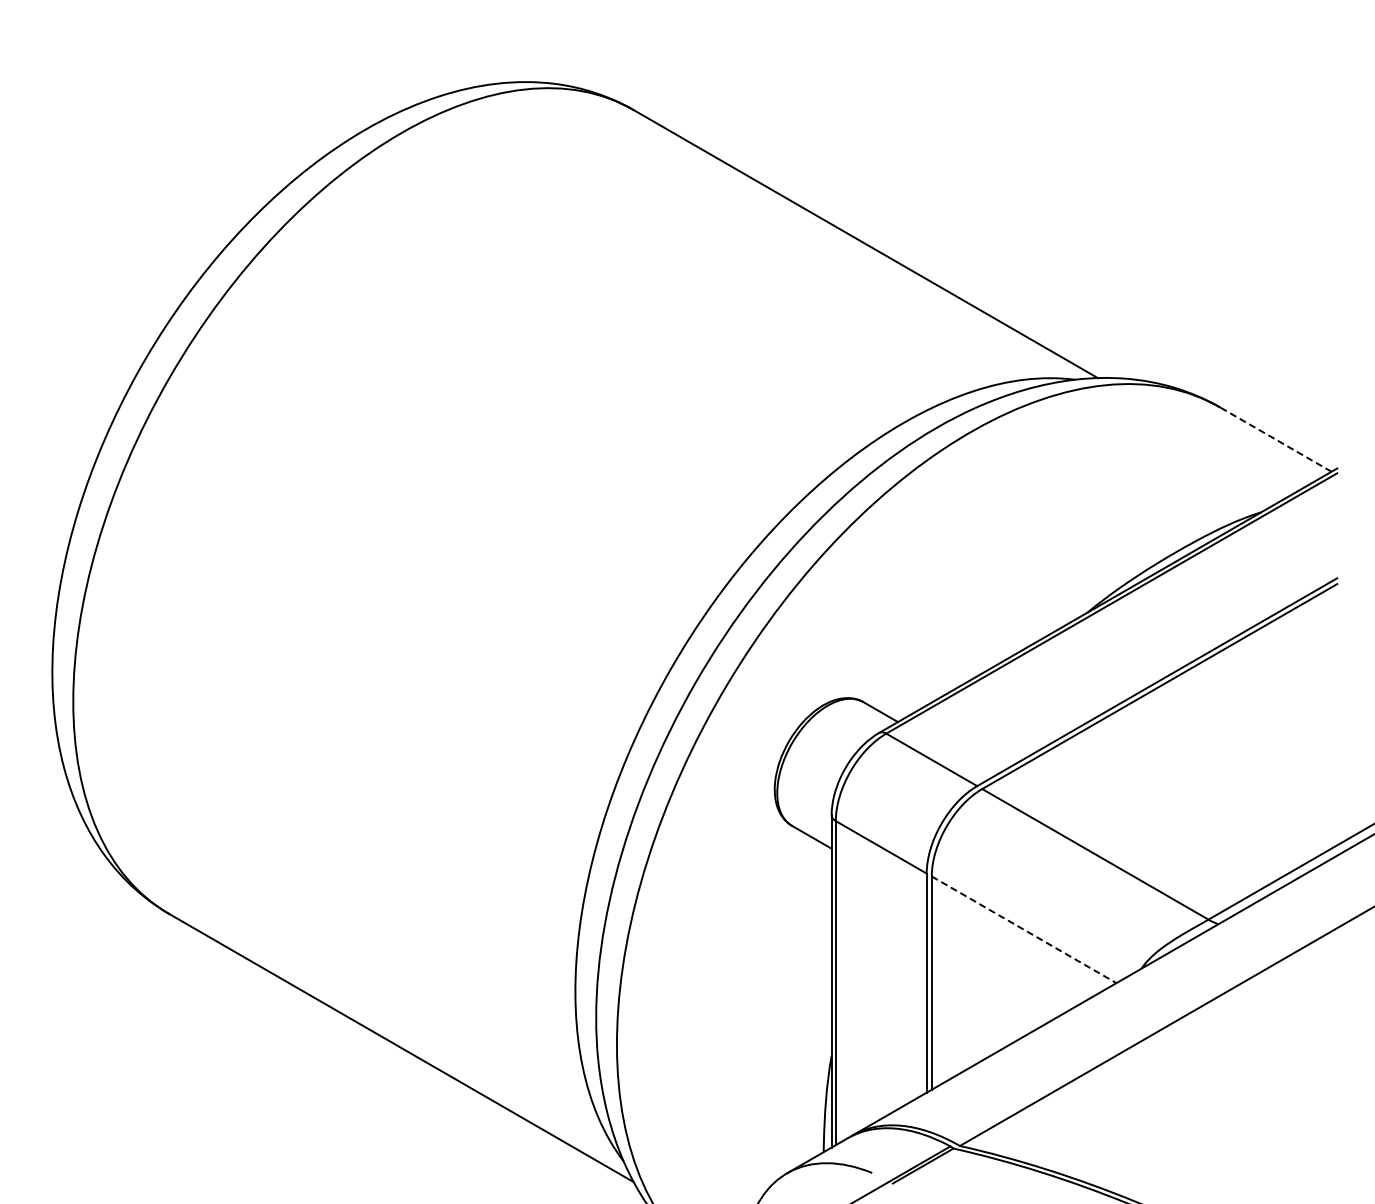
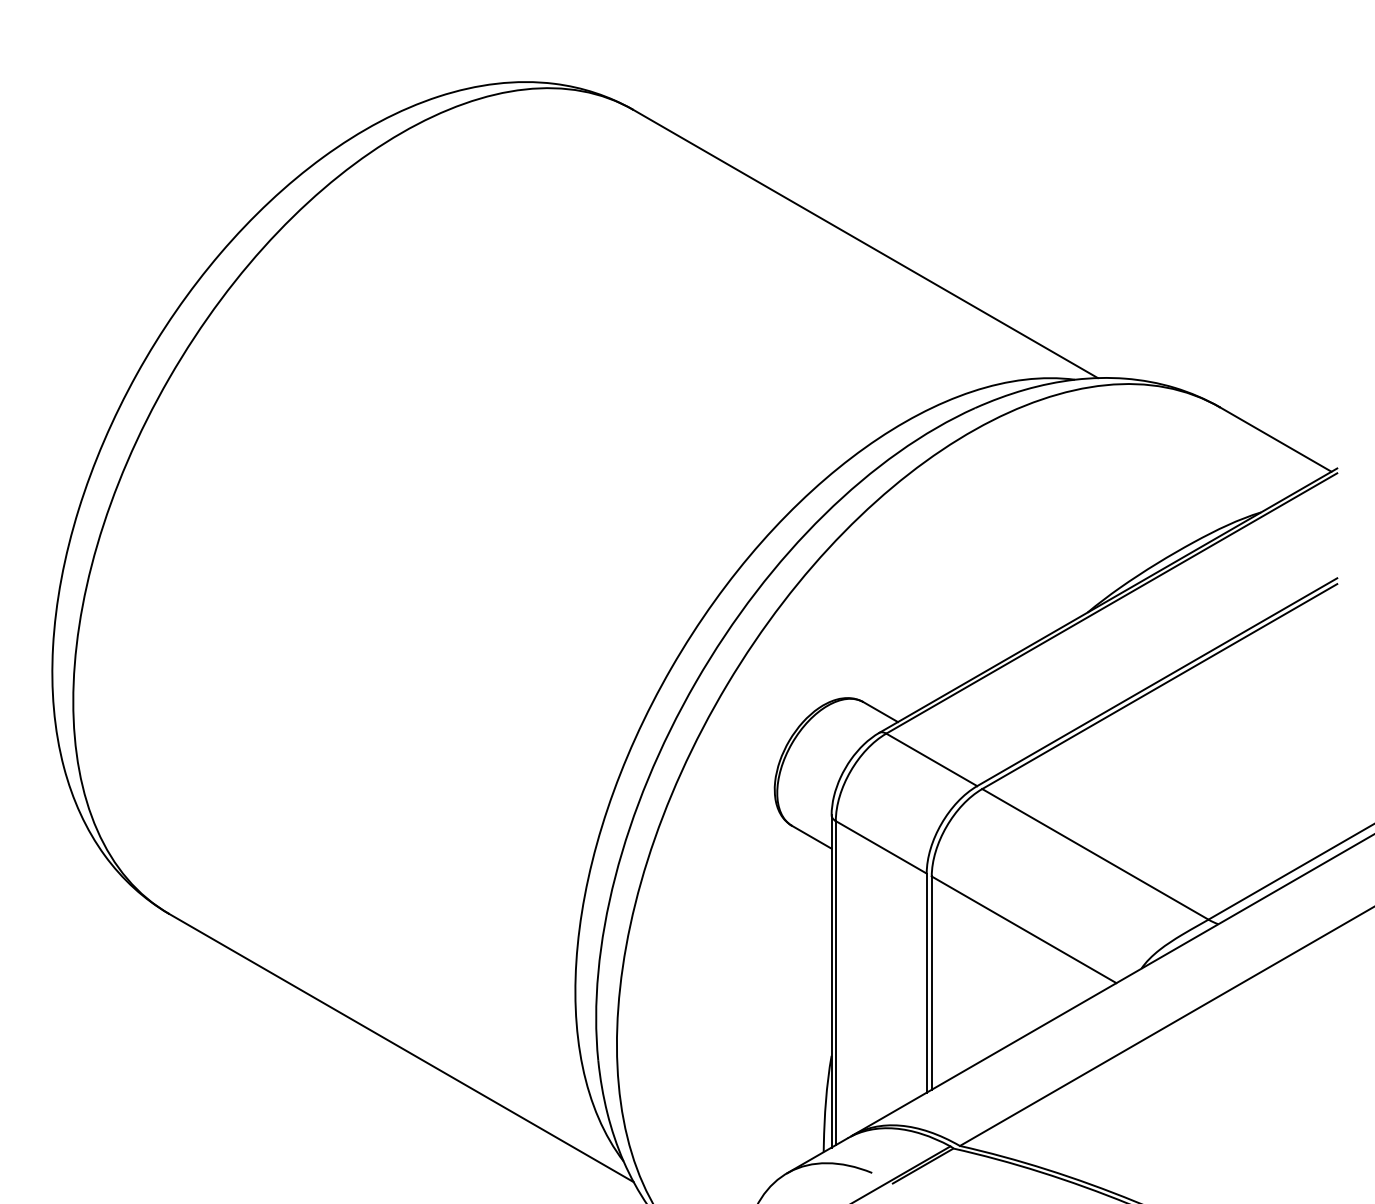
line at (1275, 439): dashed -> solid
line at (1024, 929): dashed -> solid
